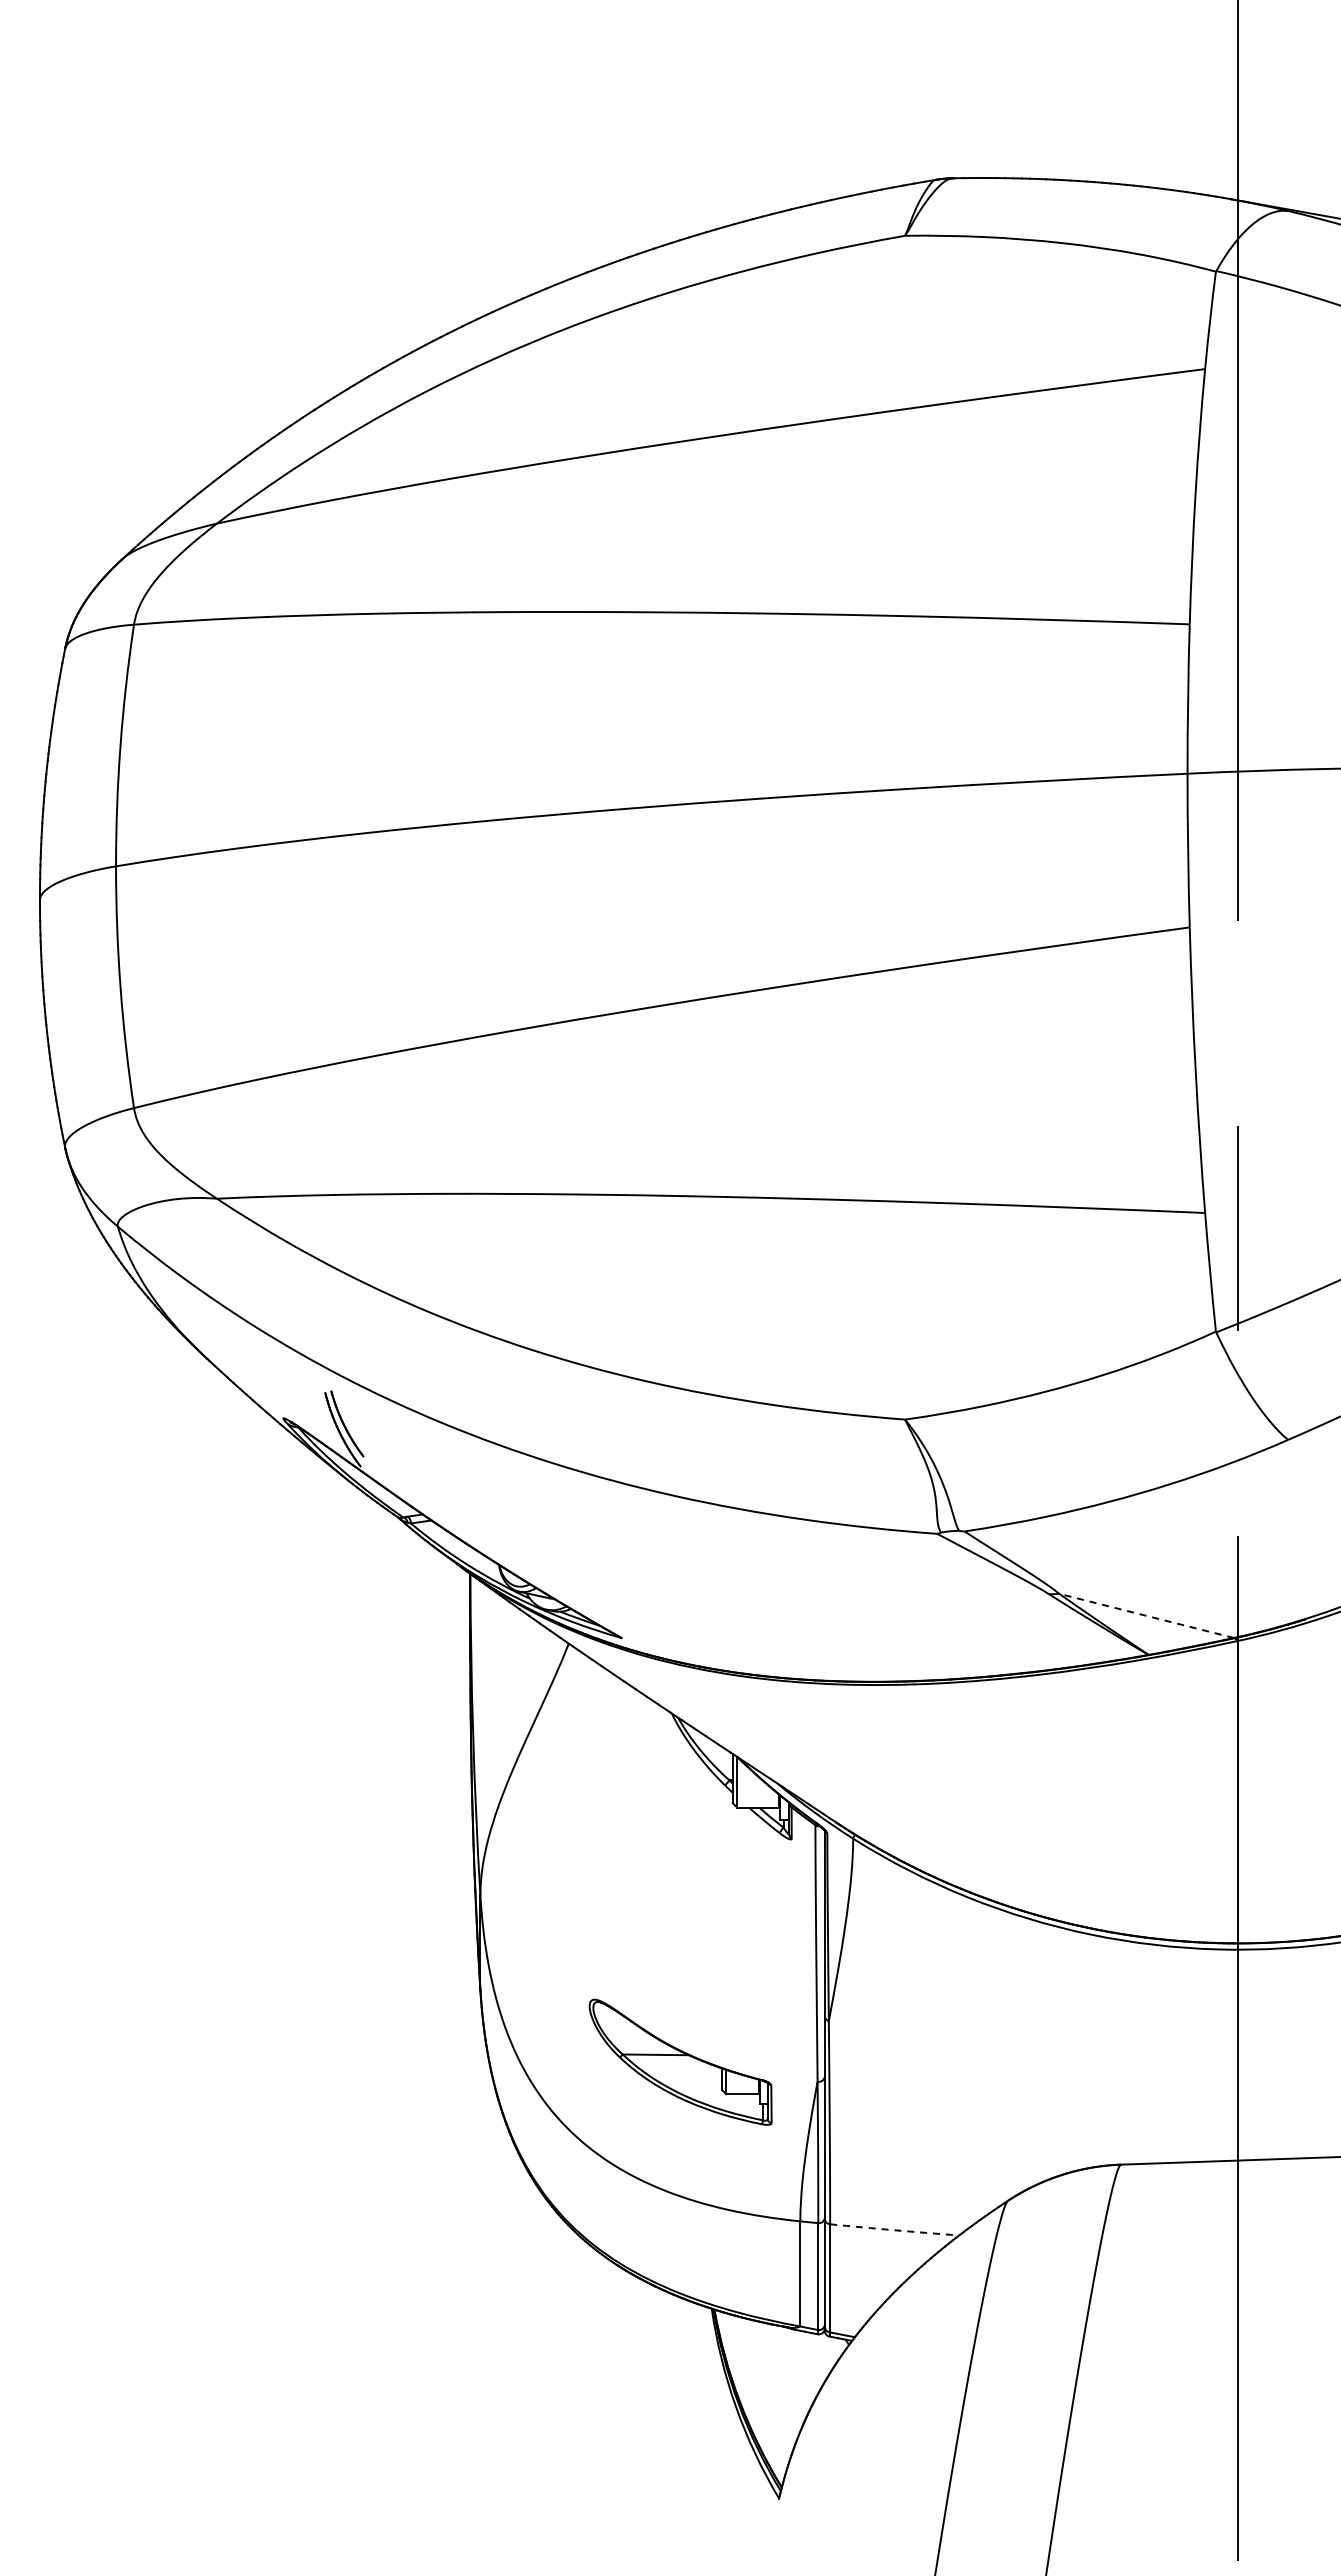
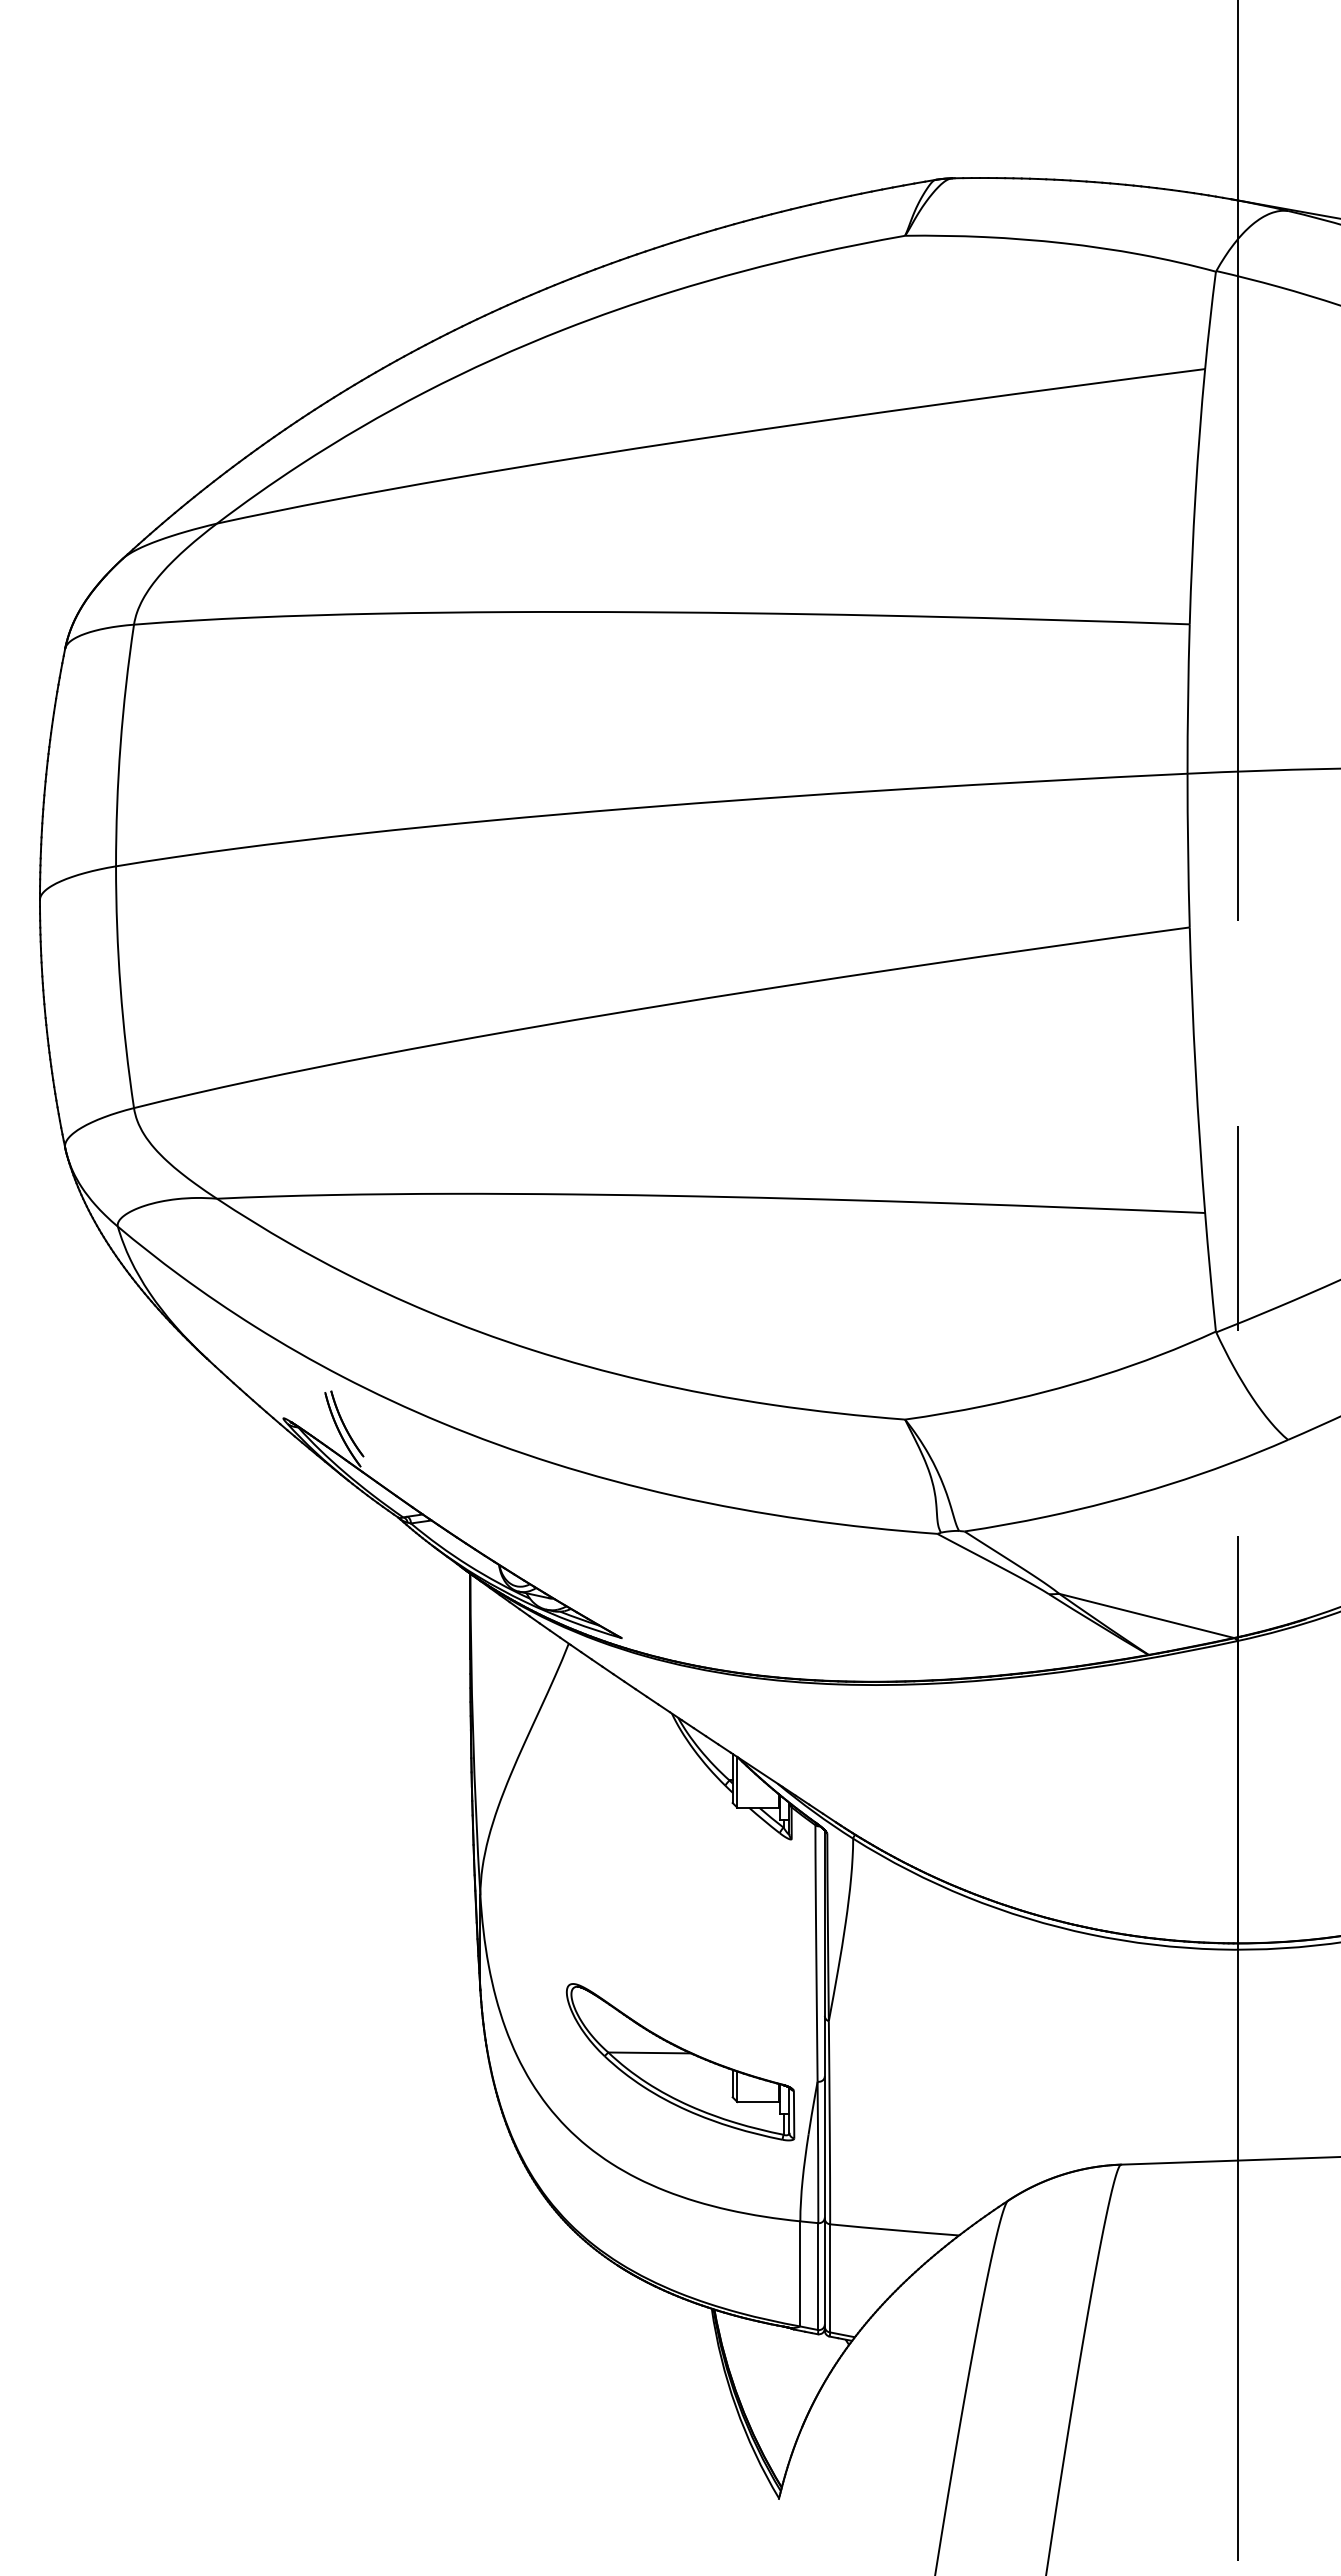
line at (1146, 1615): dashed -> solid
part at (680, 2061) size: 185x128 px -> 230x159 px
arc at (894, 2230): dashed -> solid
